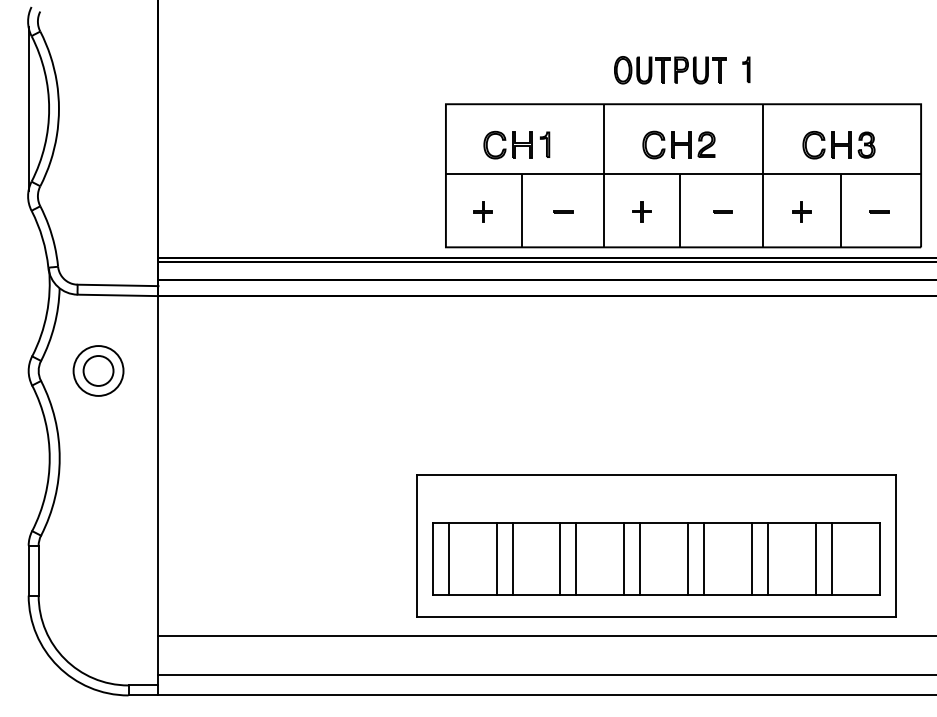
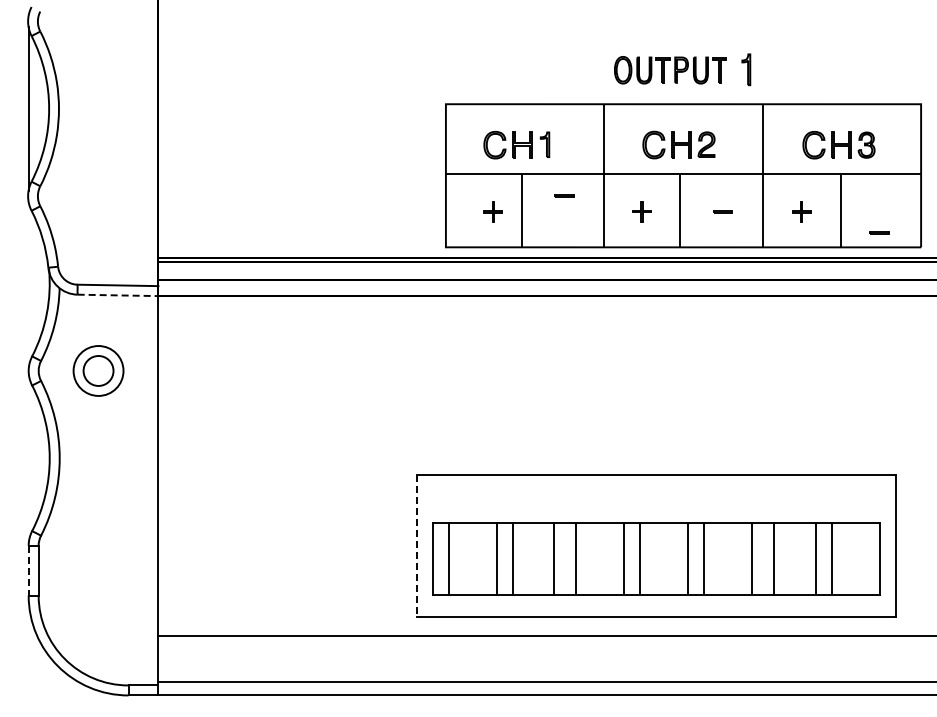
part at (746, 69) size: 9x28 px -> 11x34 px
part at (482, 211) position: (482, 211) -> (492, 211)
line at (563, 211) position: (563, 211) -> (564, 195)
line at (879, 211) position: (879, 211) -> (879, 232)
line at (118, 295): solid -> dashed
line at (416, 546): solid -> dashed
line at (560, 558) position: (560, 558) -> (554, 558)
line at (768, 558) position: (768, 558) -> (774, 558)
line at (28, 570): solid -> dashed
line at (545, 675) position: (545, 675) -> (545, 682)
